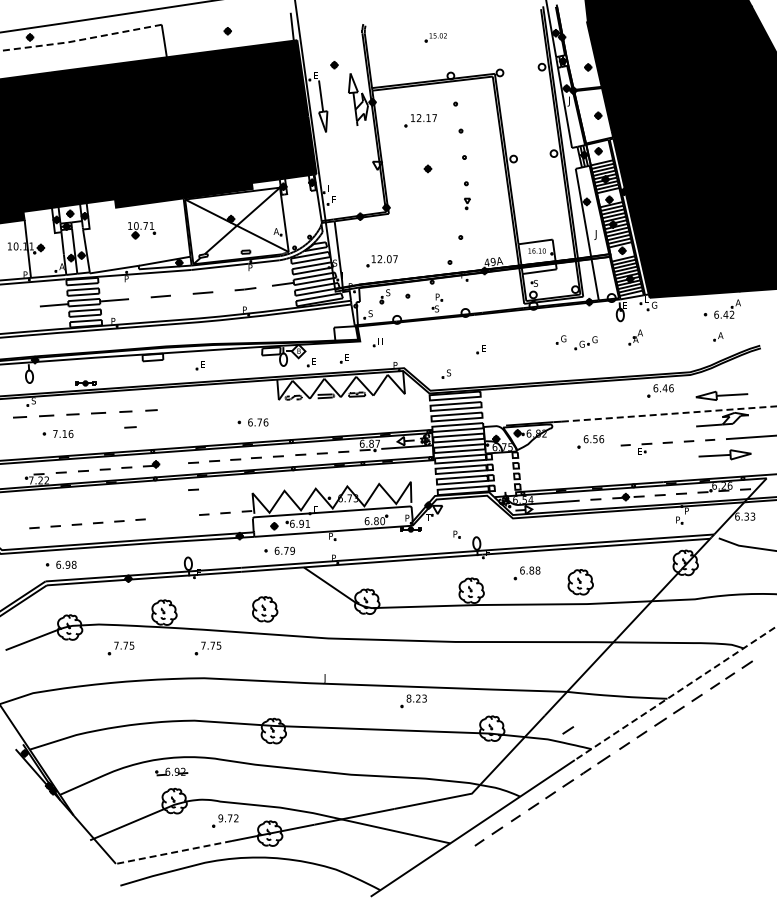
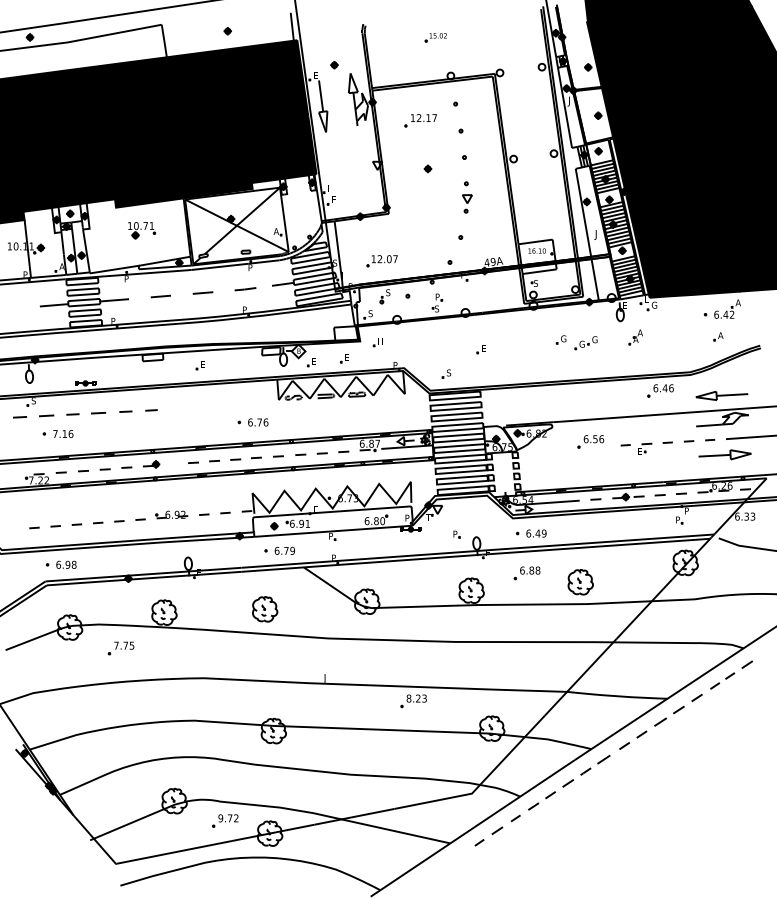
line at (80, 40): dashed -> solid
part at (467, 203) size: 7x14 px -> 11x20 px
line at (669, 413): dashed -> solid
line at (130, 427): present -> none
line at (193, 489): present -> none
part at (531, 533): none -> present
part at (207, 648): present -> none
line at (675, 693): dashed -> solid
line at (568, 730): present -> none
part at (171, 771) position: (171, 771) -> (171, 514)
line at (172, 852): dashed -> solid
